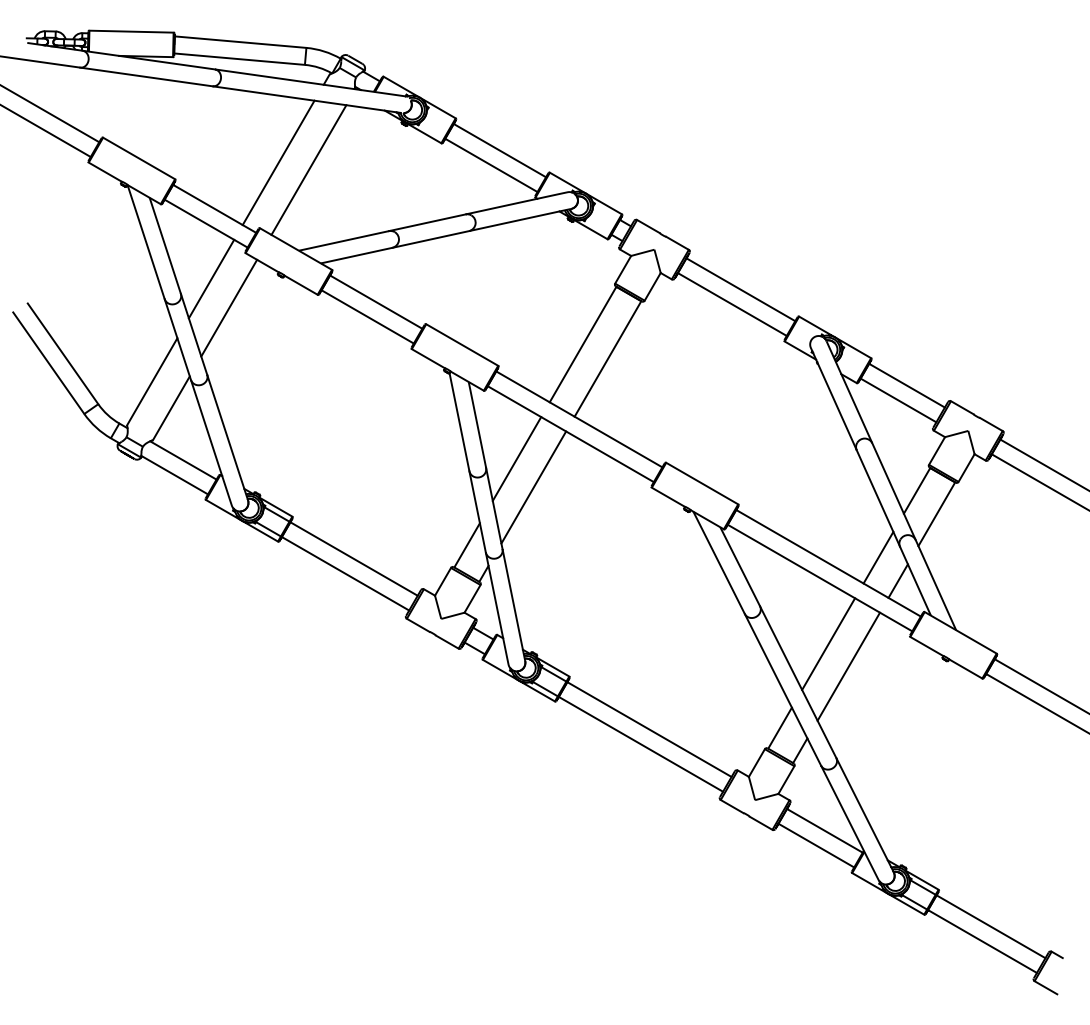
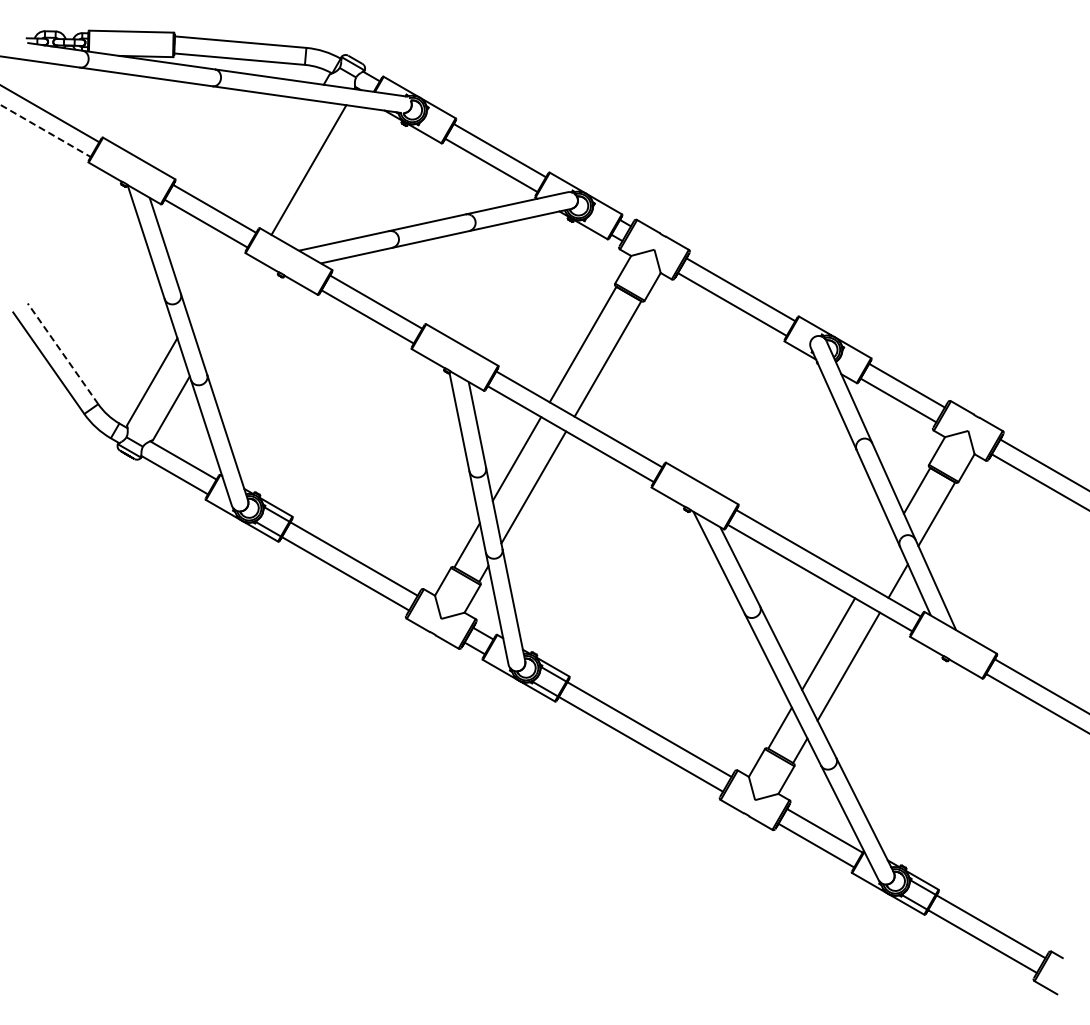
line at (45, 131): solid -> dashed
line at (278, 162): present -> none
line at (211, 278): present -> none
line at (229, 307): present -> none
line at (62, 353): solid -> dashed
line at (878, 557): present -> none
